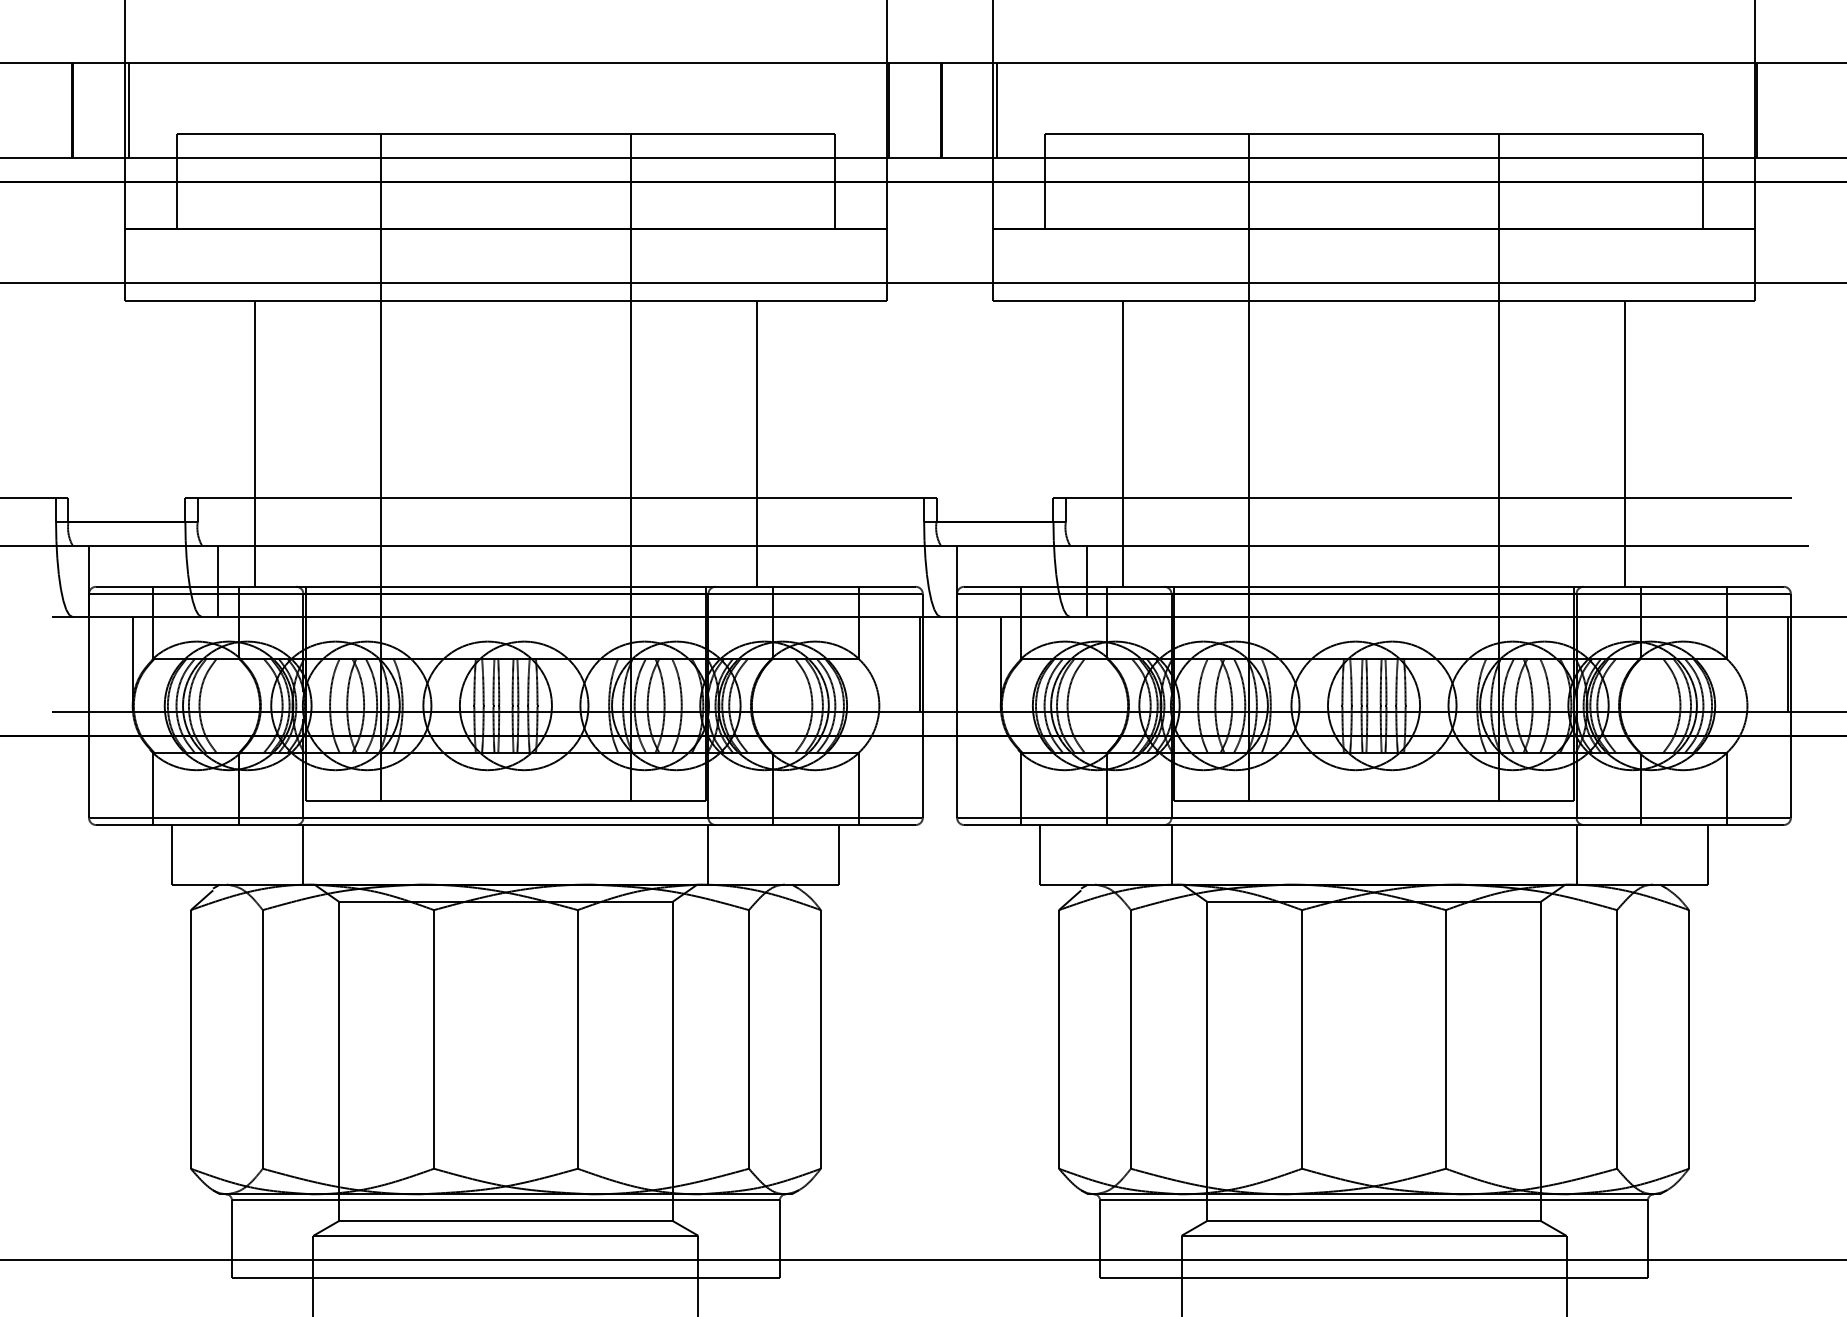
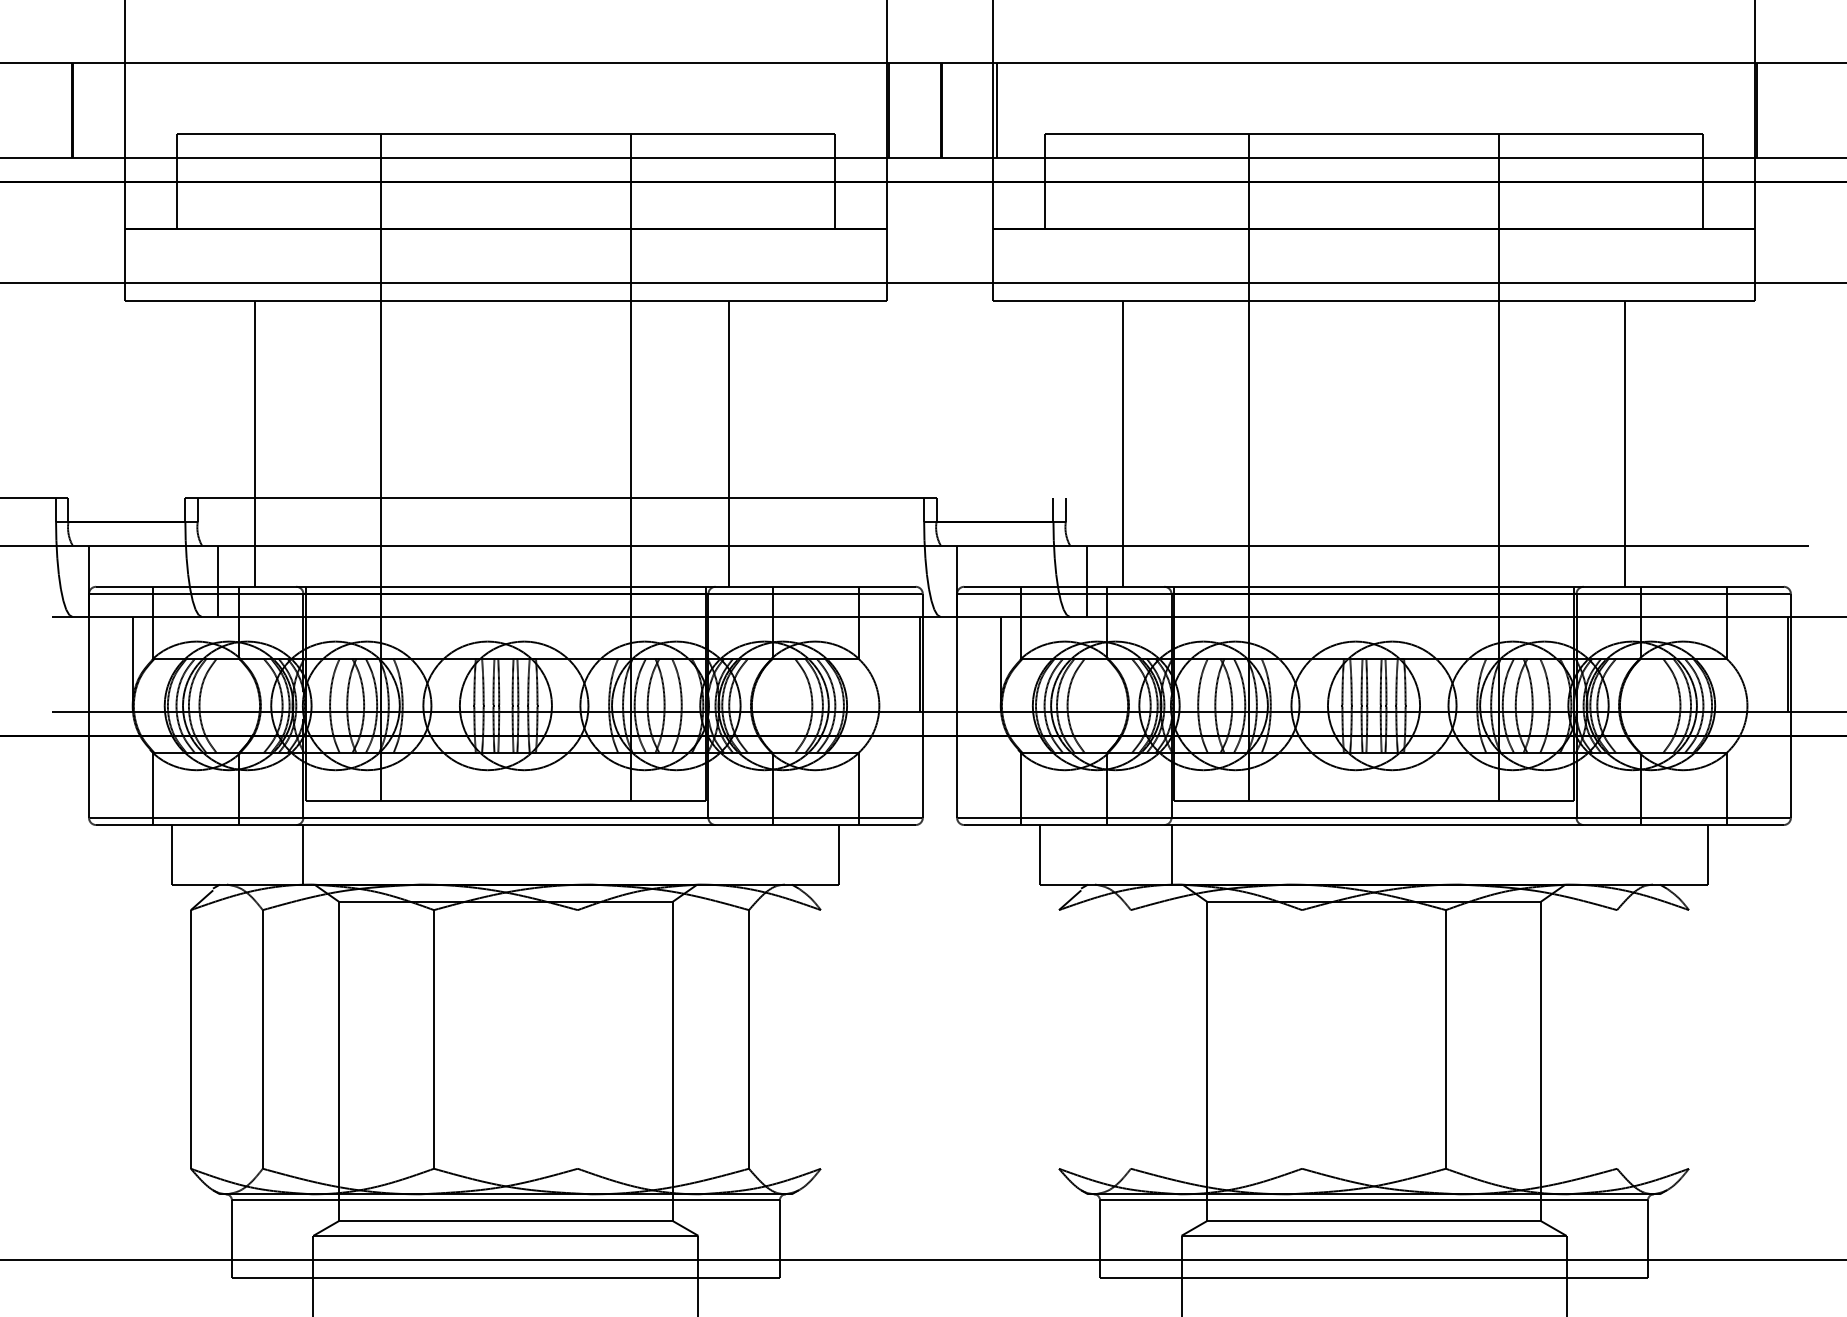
line at (129, 109): present -> none
line at (757, 443) position: (757, 443) -> (729, 443)
line at (1422, 497): present -> none
line at (708, 854): present -> none
line at (1576, 854): present -> none
line at (577, 1039): present -> none
line at (820, 1039): present -> none
line at (1059, 1039): present -> none
line at (1130, 1039): present -> none
line at (1302, 1039): present -> none
line at (1617, 1039): present -> none
line at (1688, 1039): present -> none
